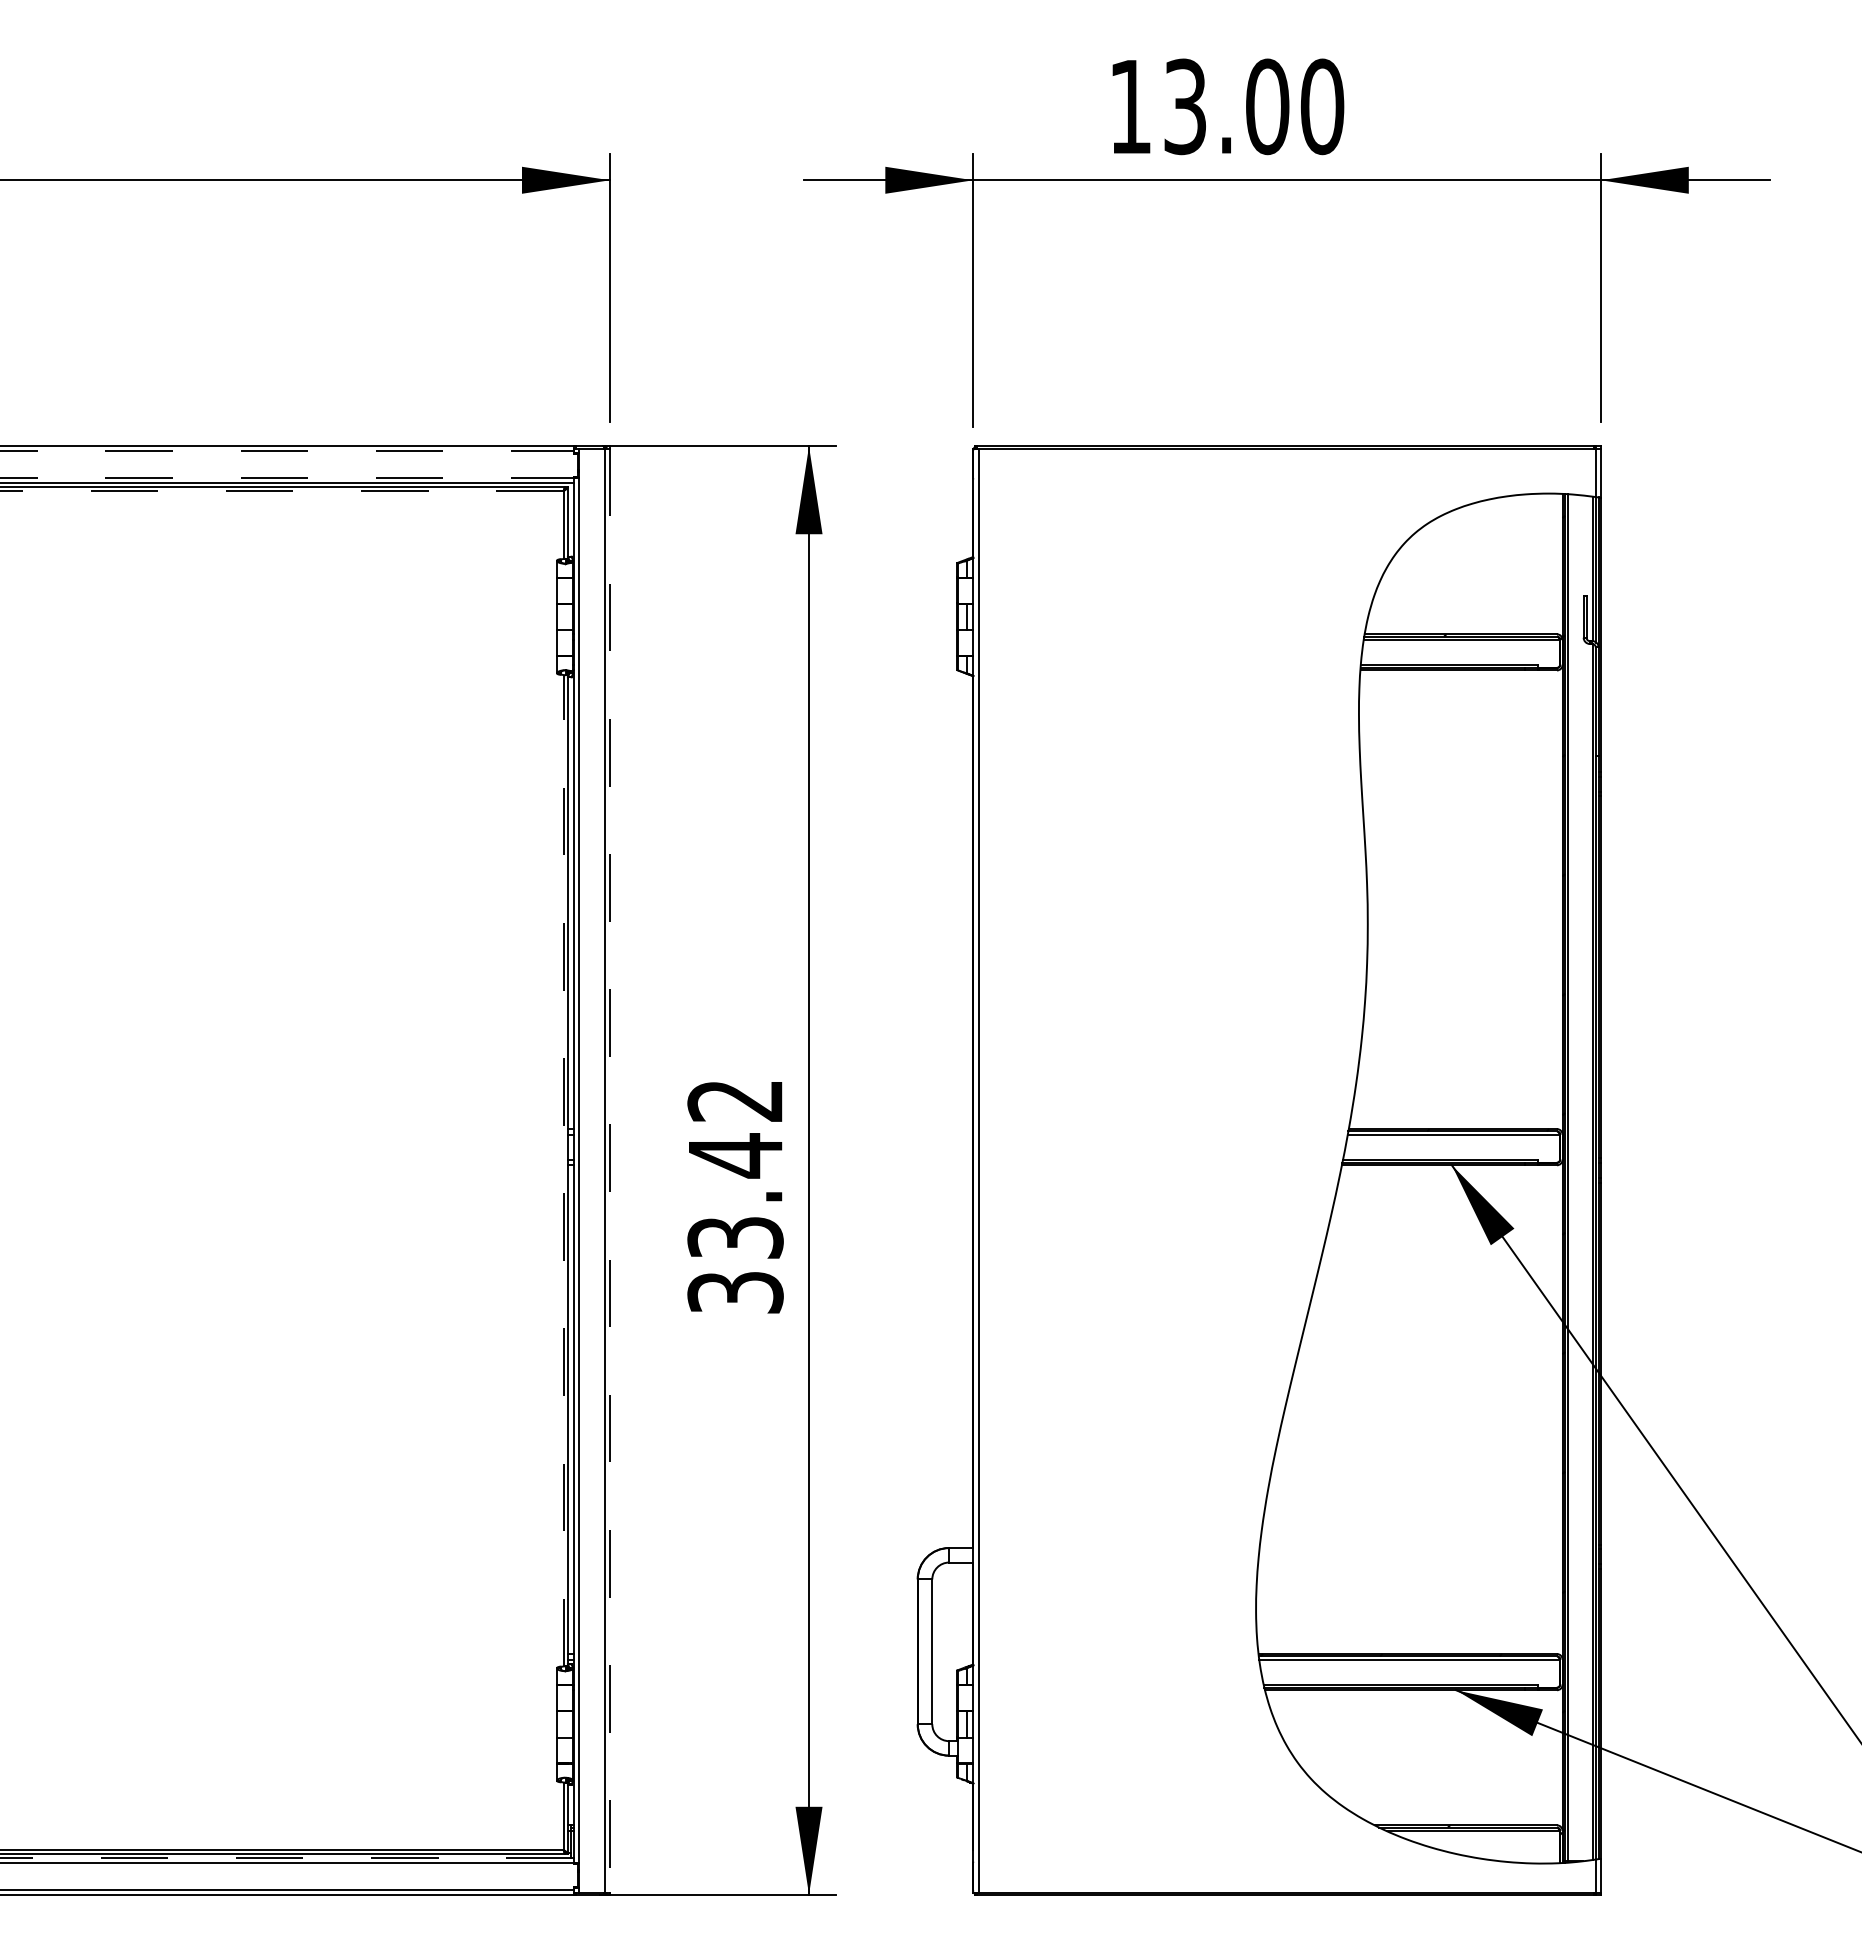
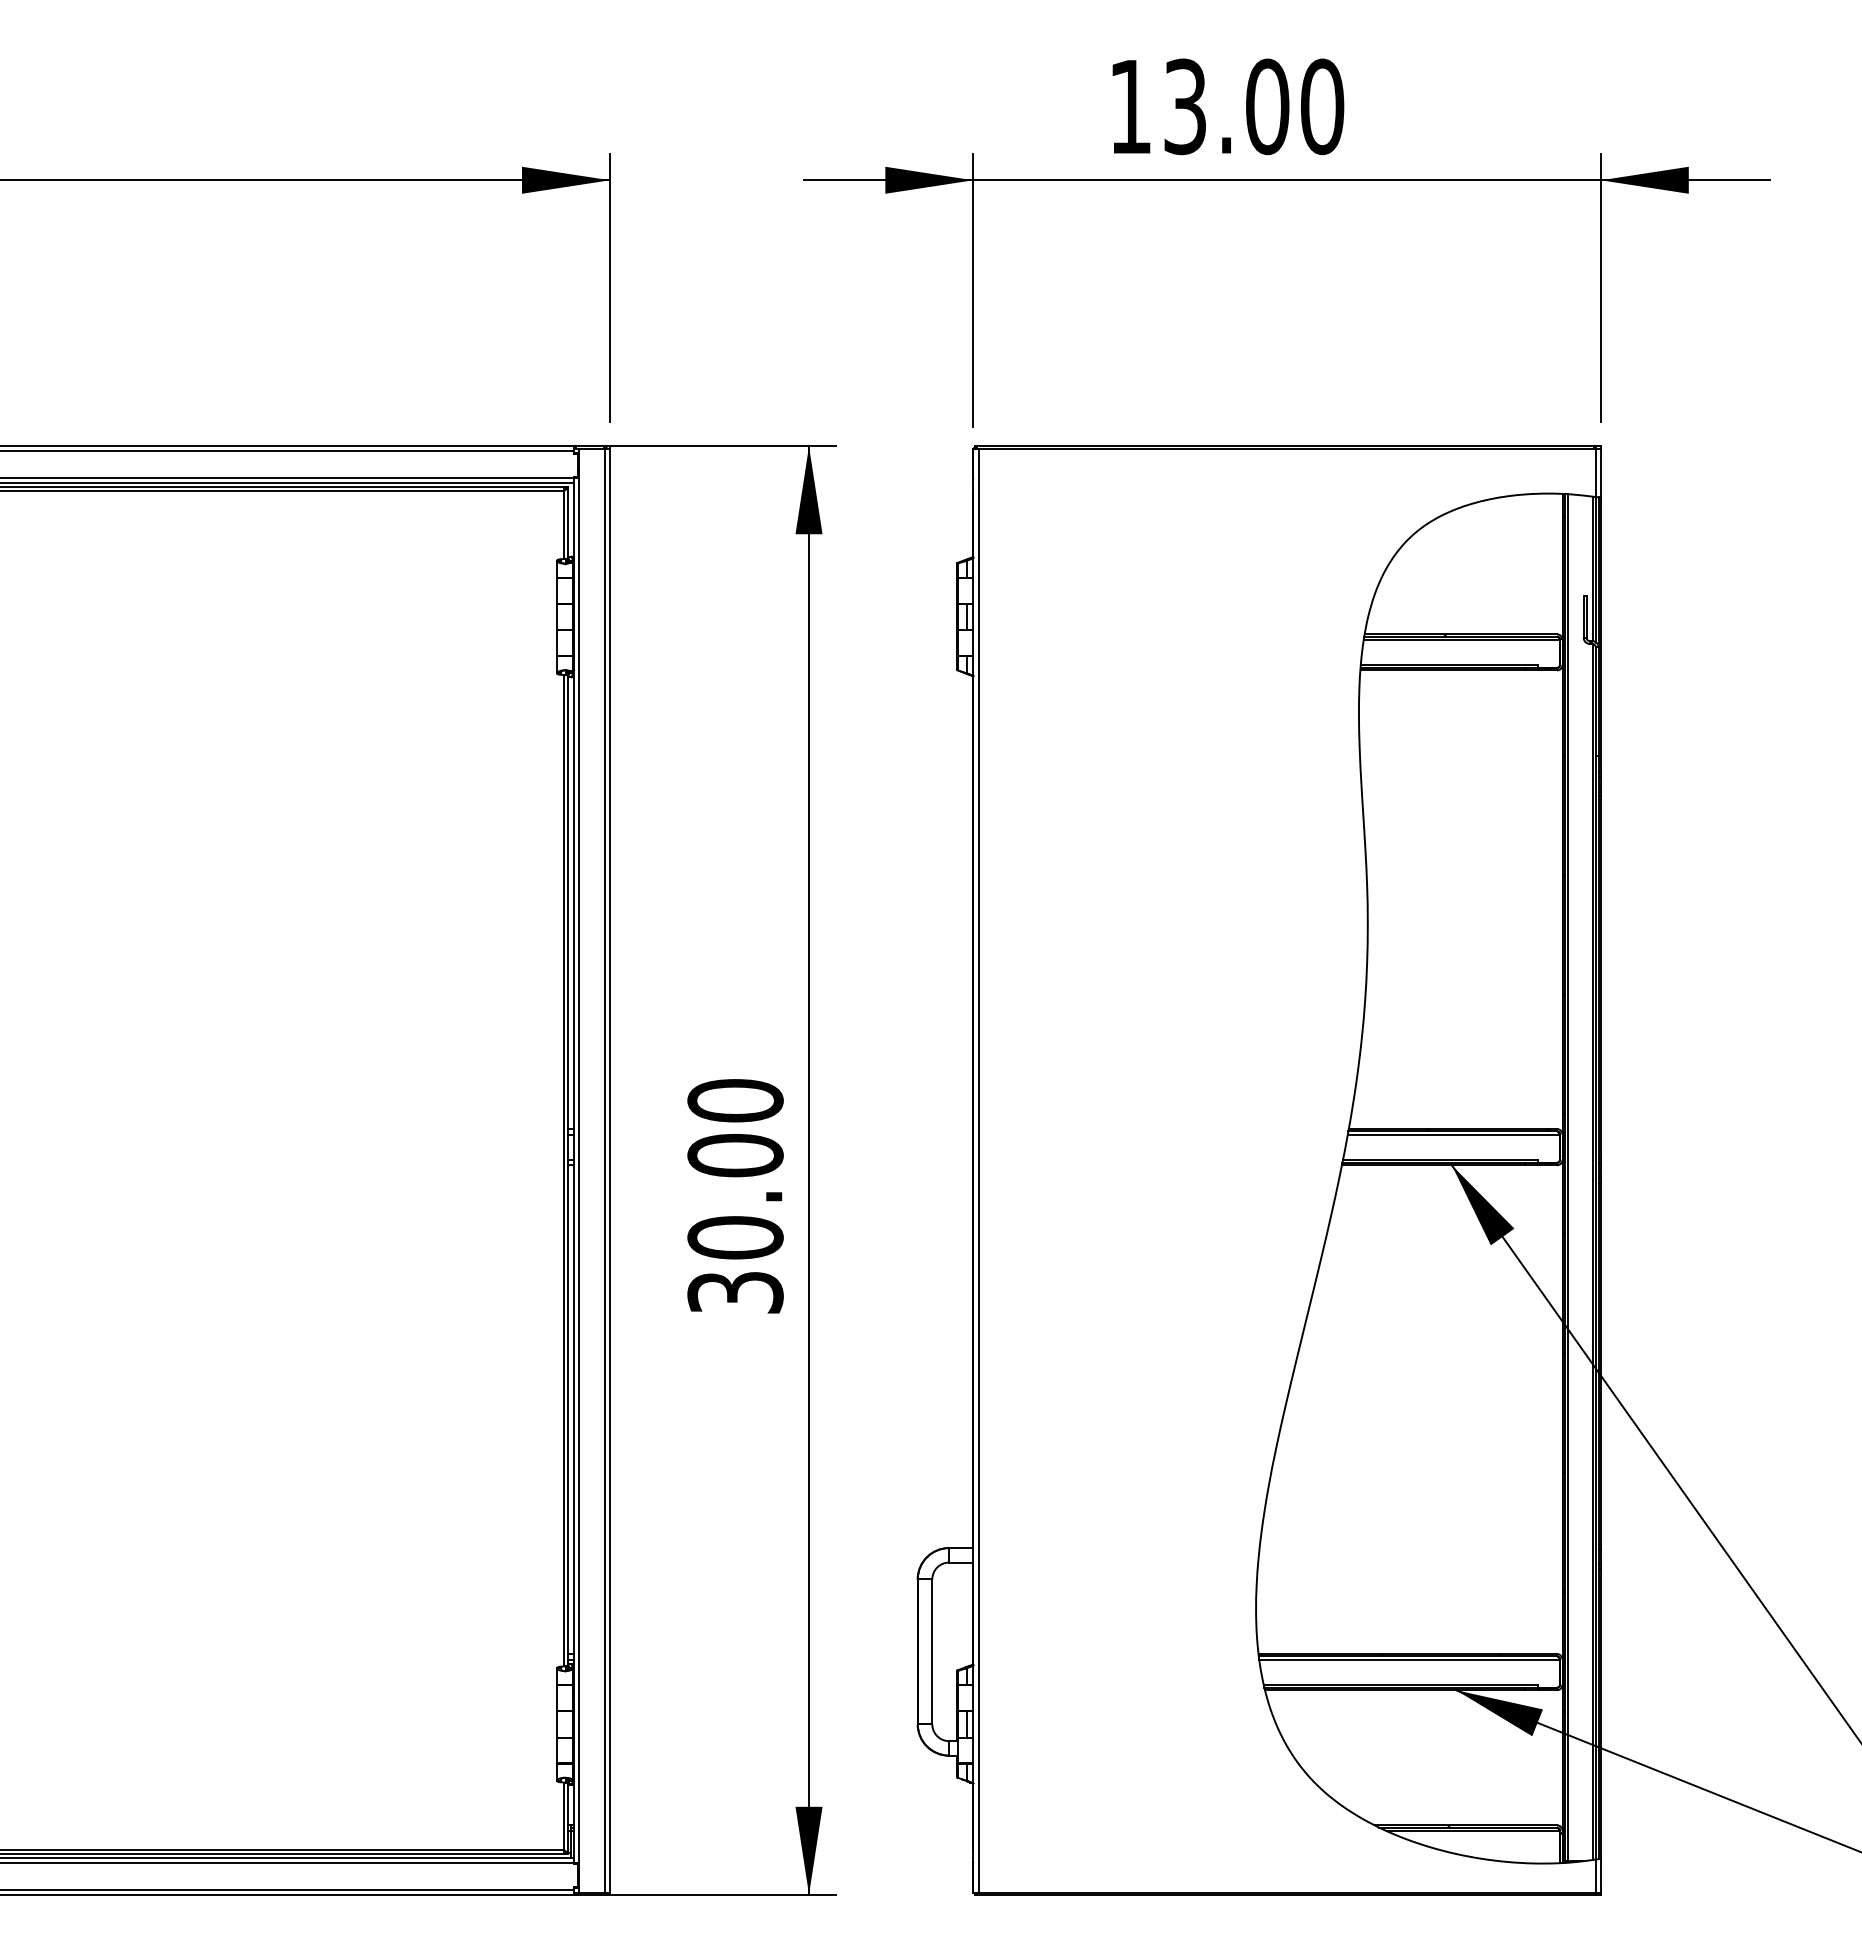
line at (287, 450): dashed -> solid
line at (287, 478): dashed -> solid
line at (281, 491): dashed -> solid
text at (735, 1169): 33.42 -> 30.00
line at (563, 1170): dashed -> solid
line at (609, 1170): dashed -> solid
line at (286, 1858): dashed -> solid
